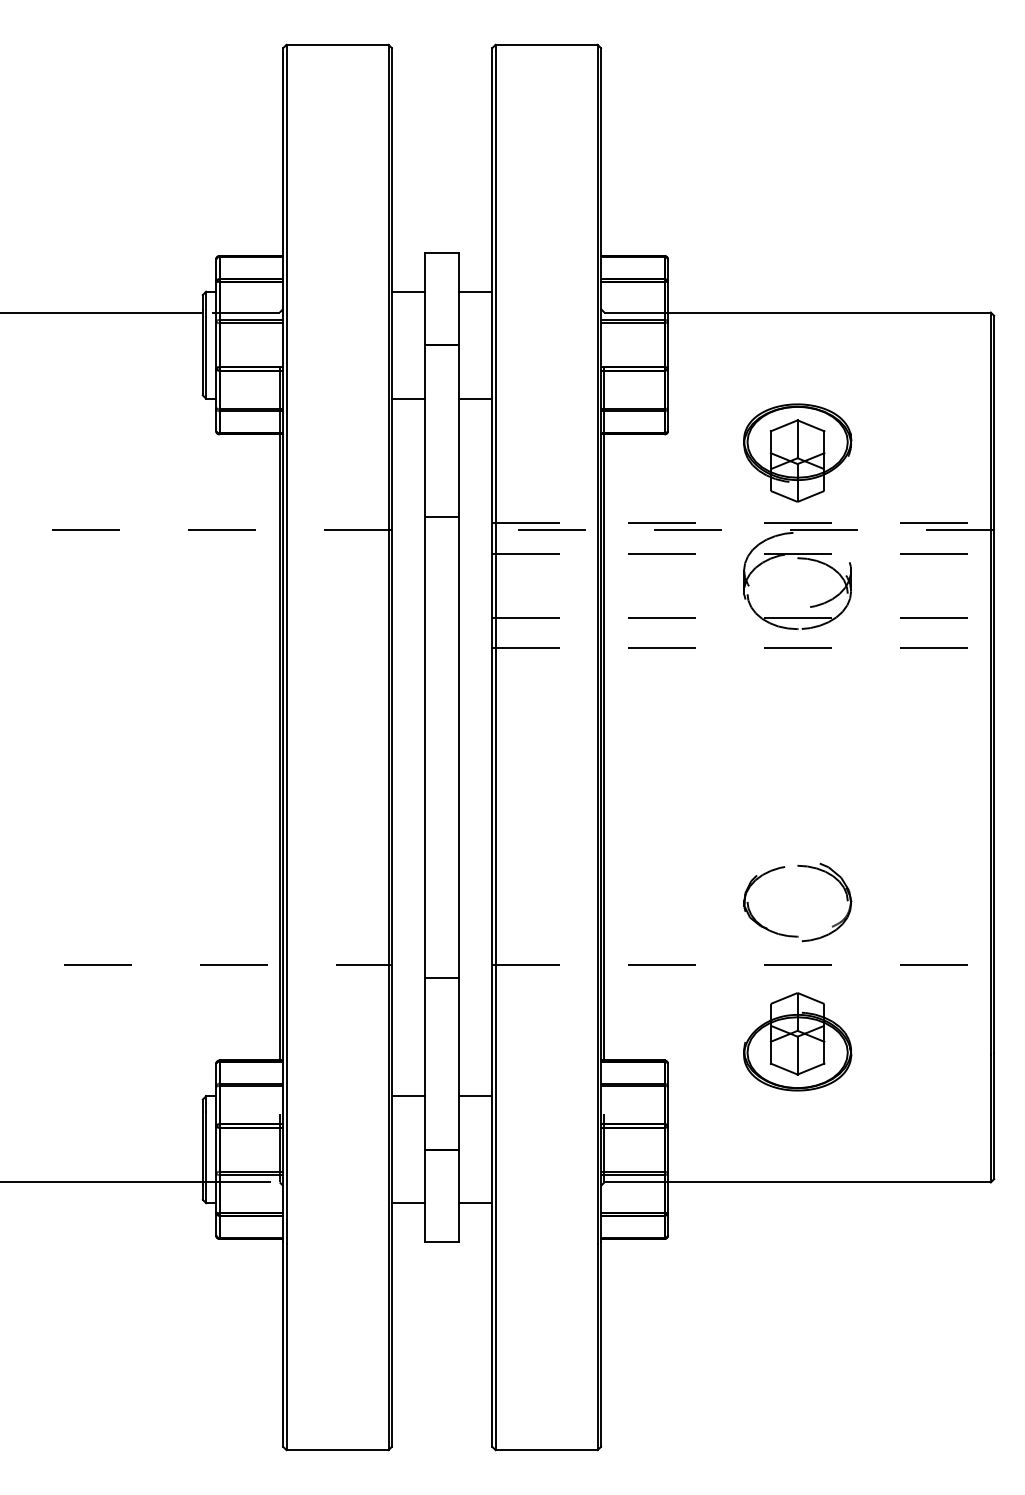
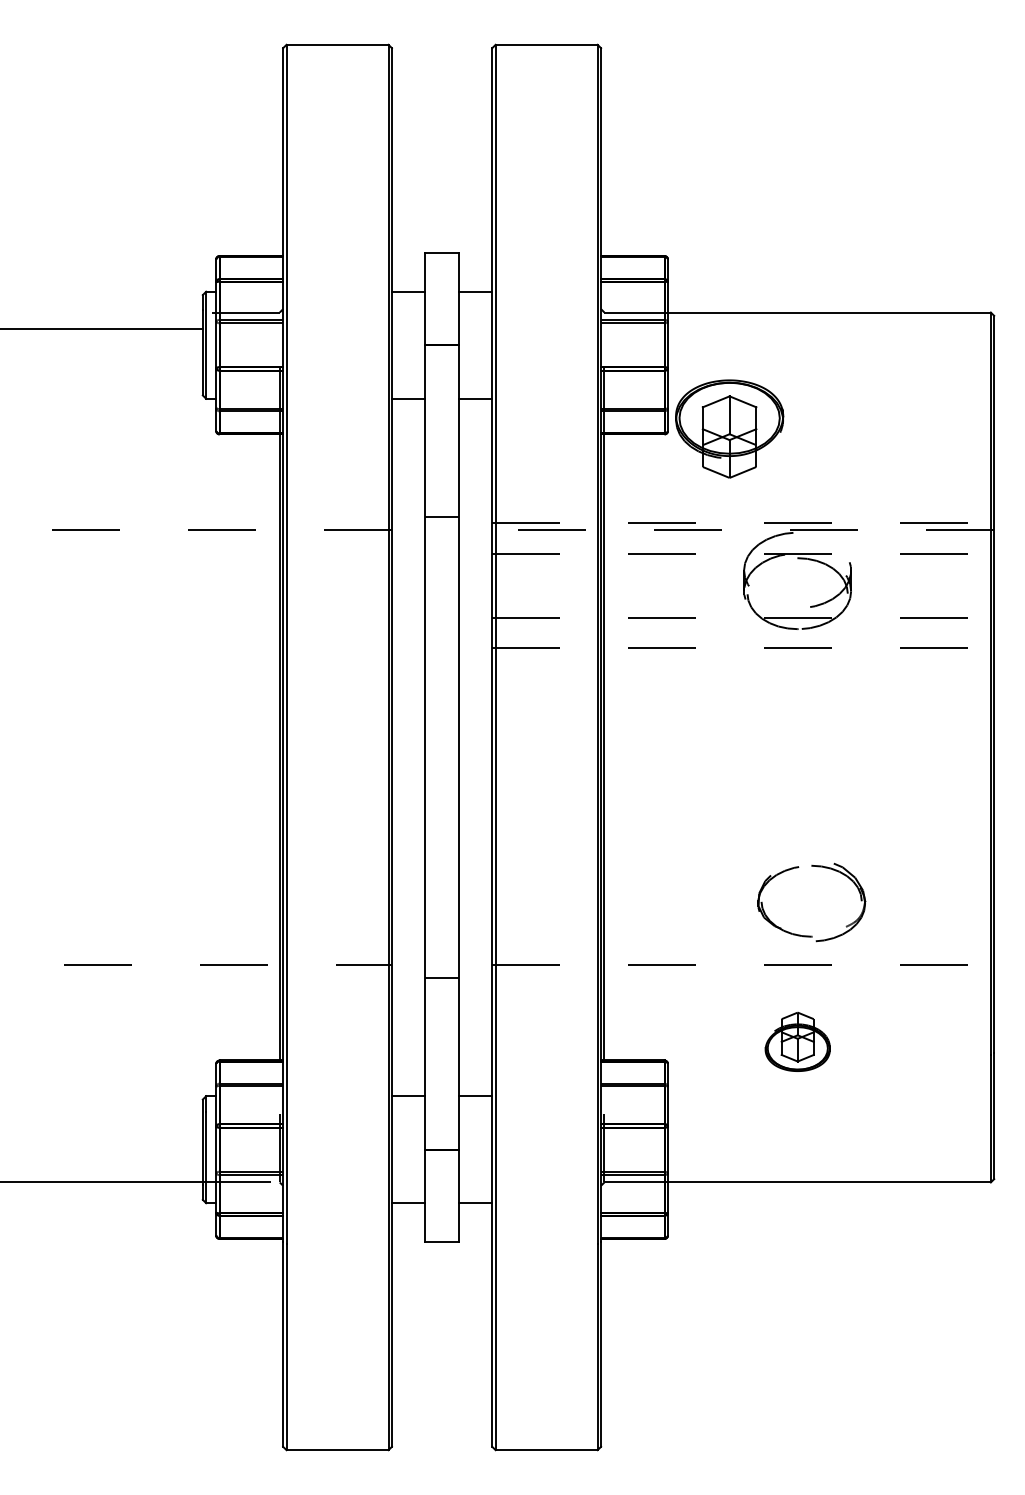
line at (102, 312) position: (102, 312) -> (102, 328)
part at (797, 452) position: (797, 452) -> (729, 428)
part at (797, 935) position: (797, 935) -> (811, 935)
part at (797, 1041) size: 110x100 px -> 67x61 px
